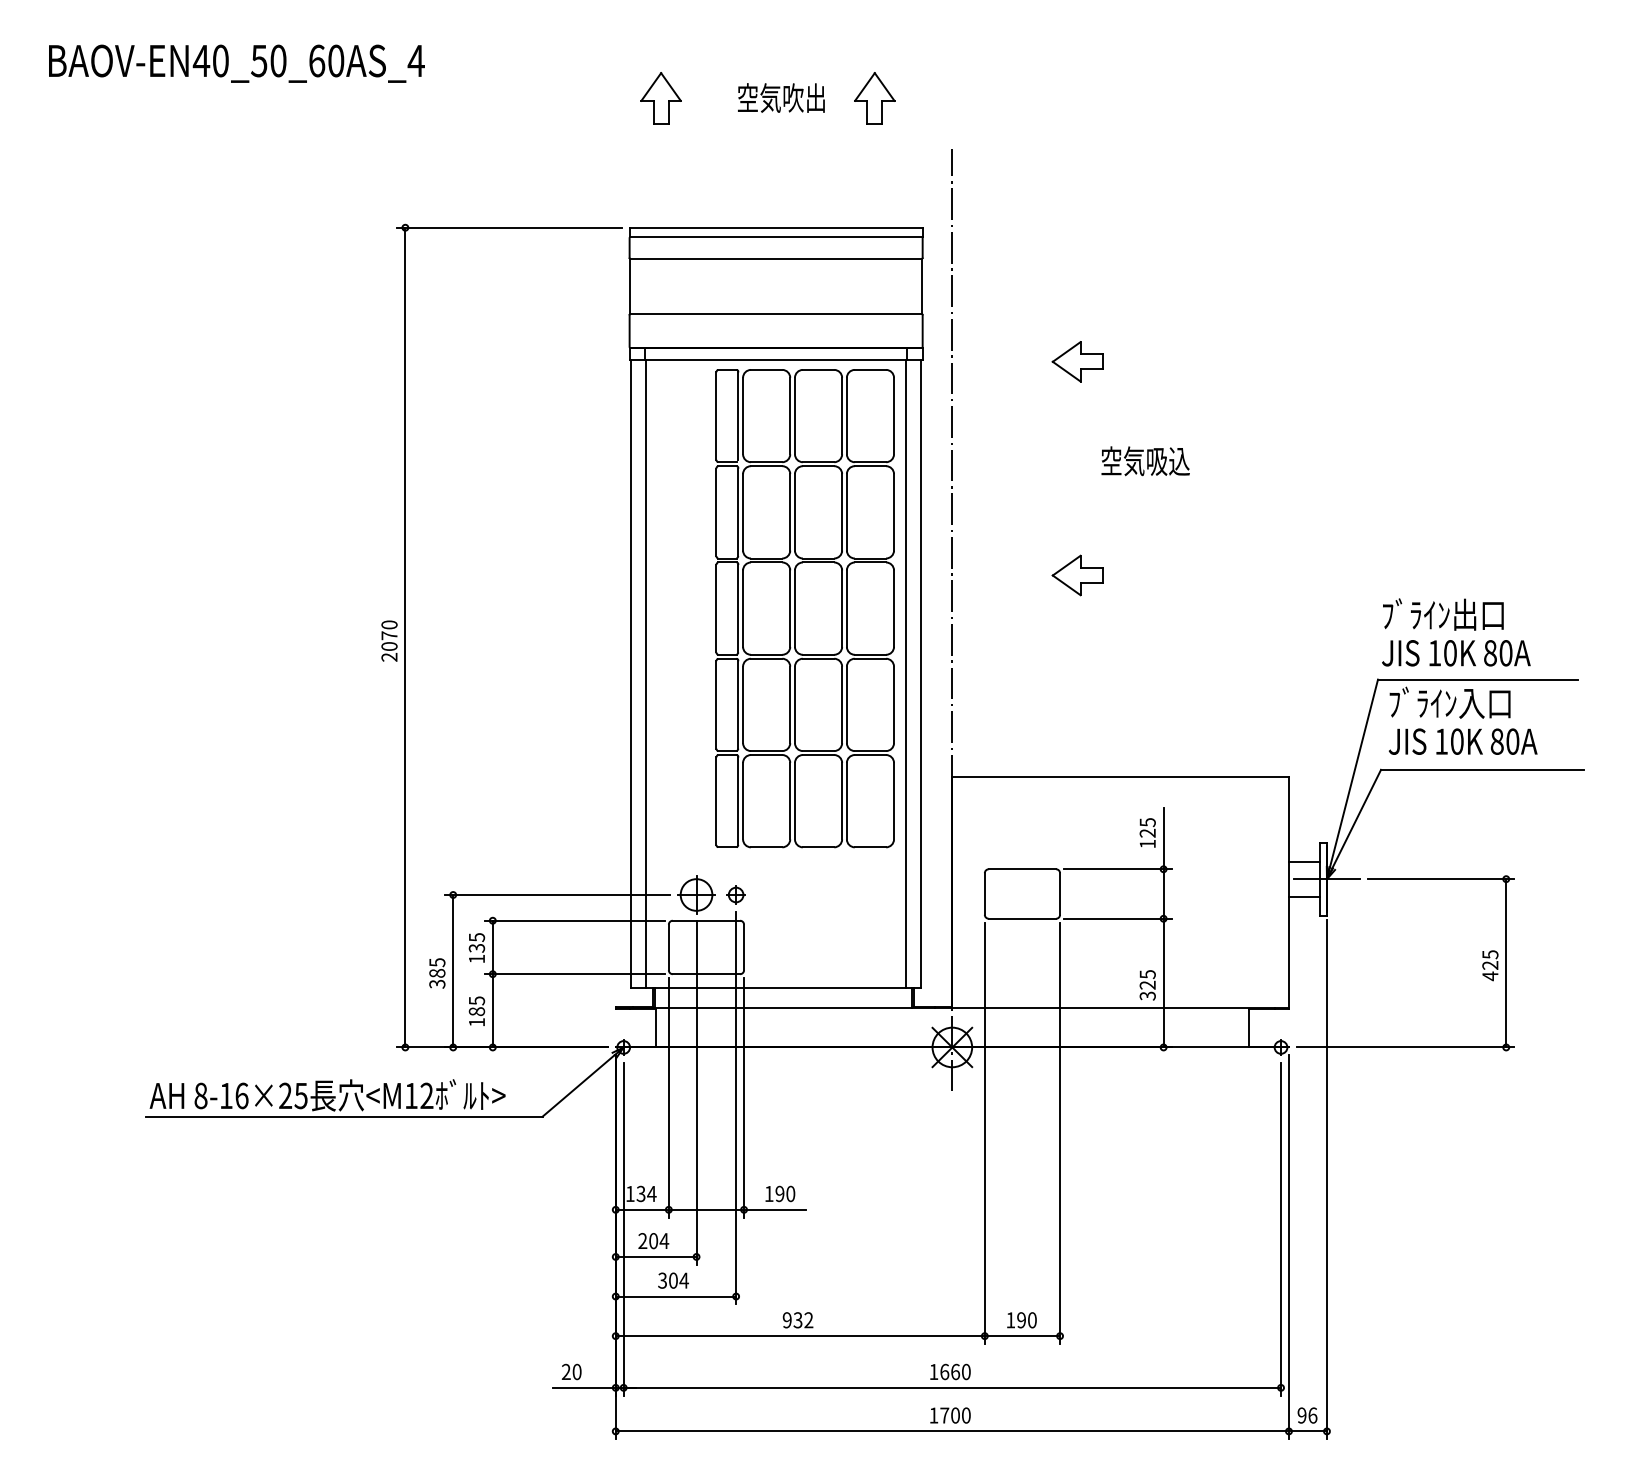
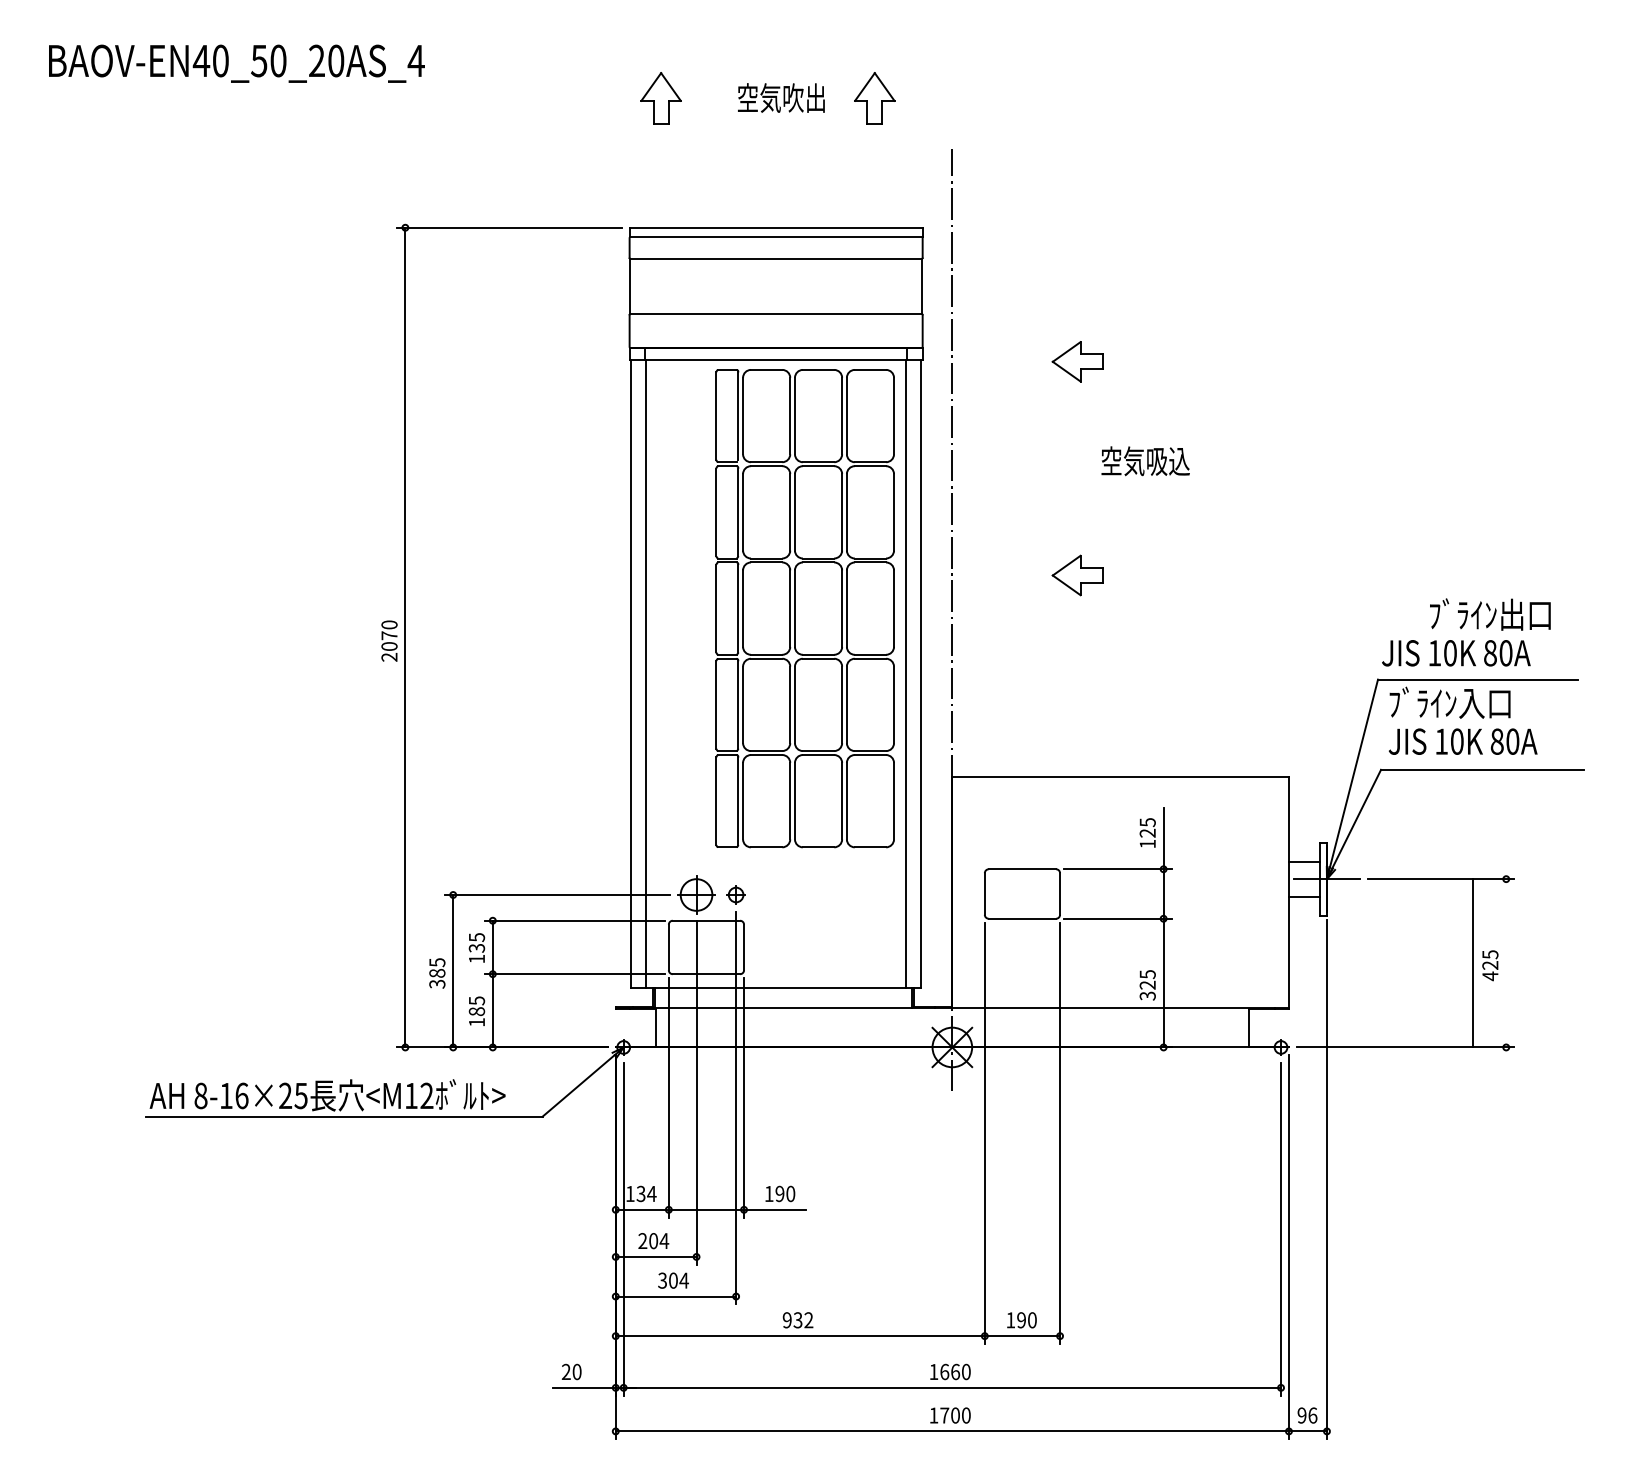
text at (317, 60): BAOV-EN40_50_60AS_4 -> BAOV-EN40_50_20AS_4
text at (1443, 614) position: (1443, 614) -> (1490, 614)
line at (1506, 963) position: (1506, 963) -> (1473, 963)
